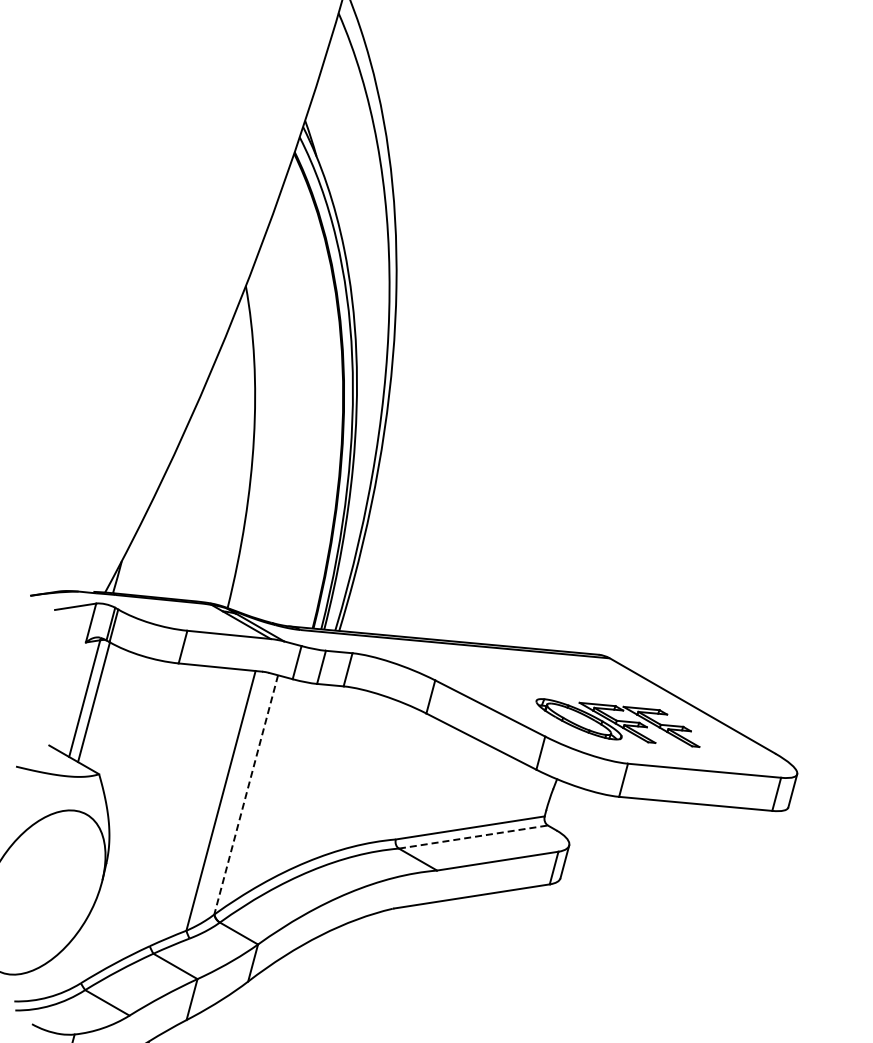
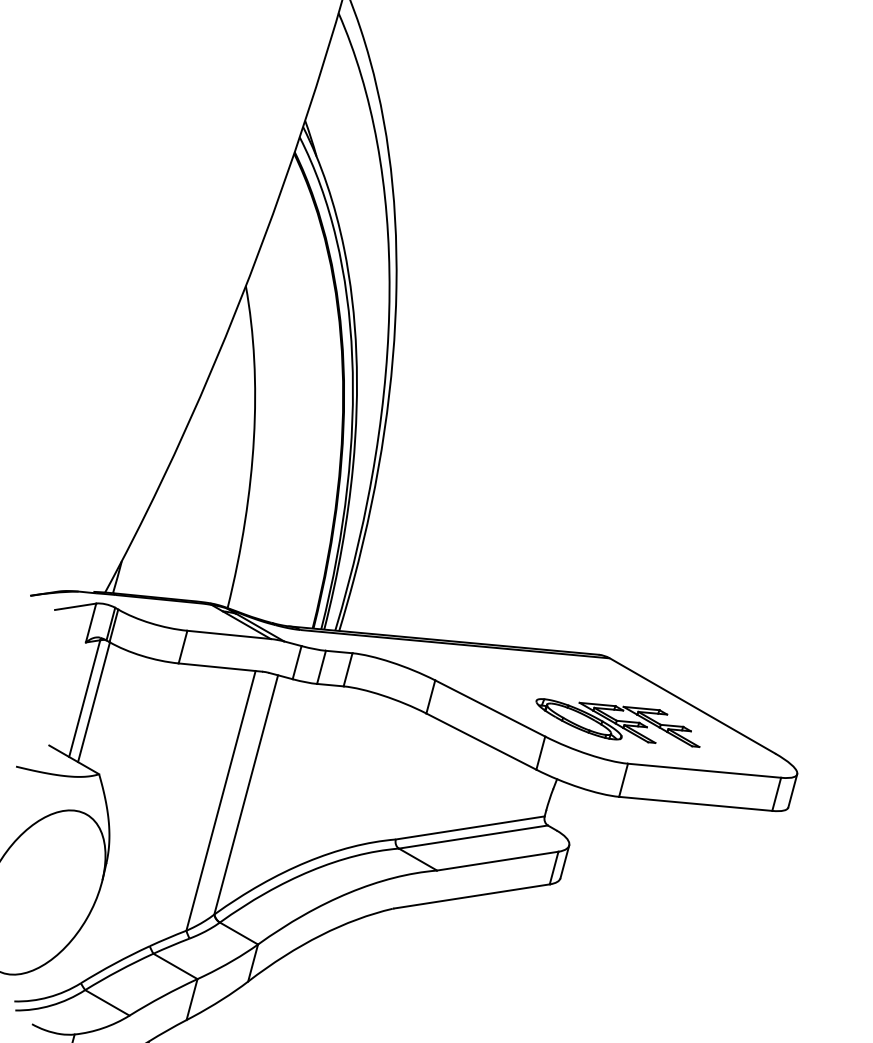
line at (246, 794): dashed -> solid
line at (473, 836): dashed -> solid
